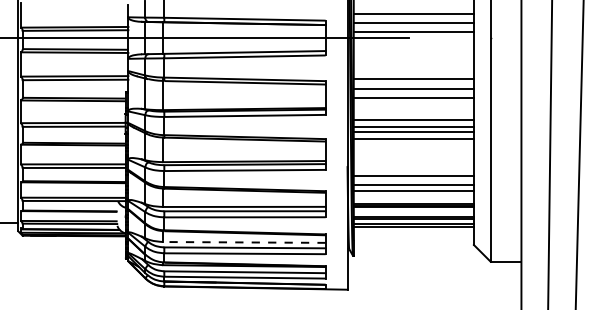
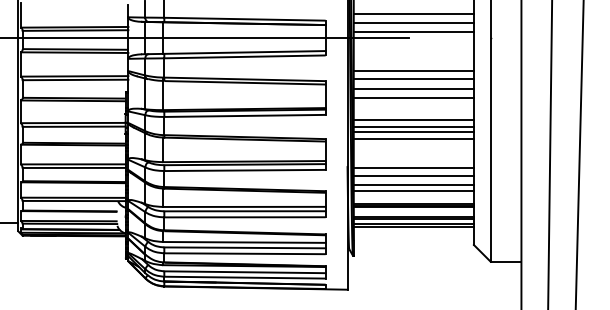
line at (413, 70): none -> present
line at (413, 168): none -> present
line at (243, 242): dashed -> solid
